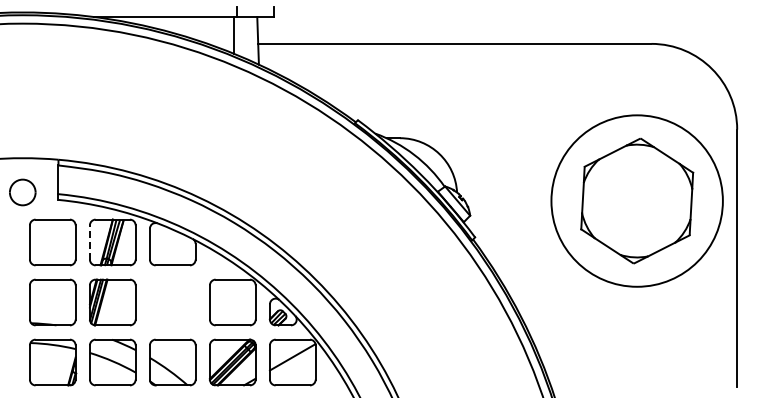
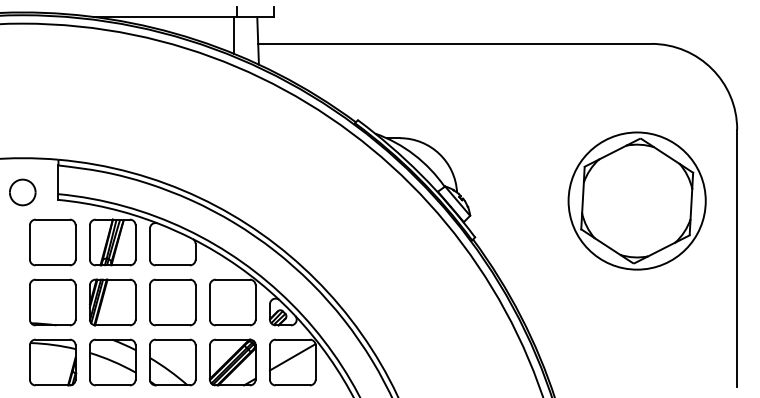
circle at (636, 200) diameter: 171 px -> 137 px
line at (89, 242): dashed -> solid
part at (172, 302): none -> present
